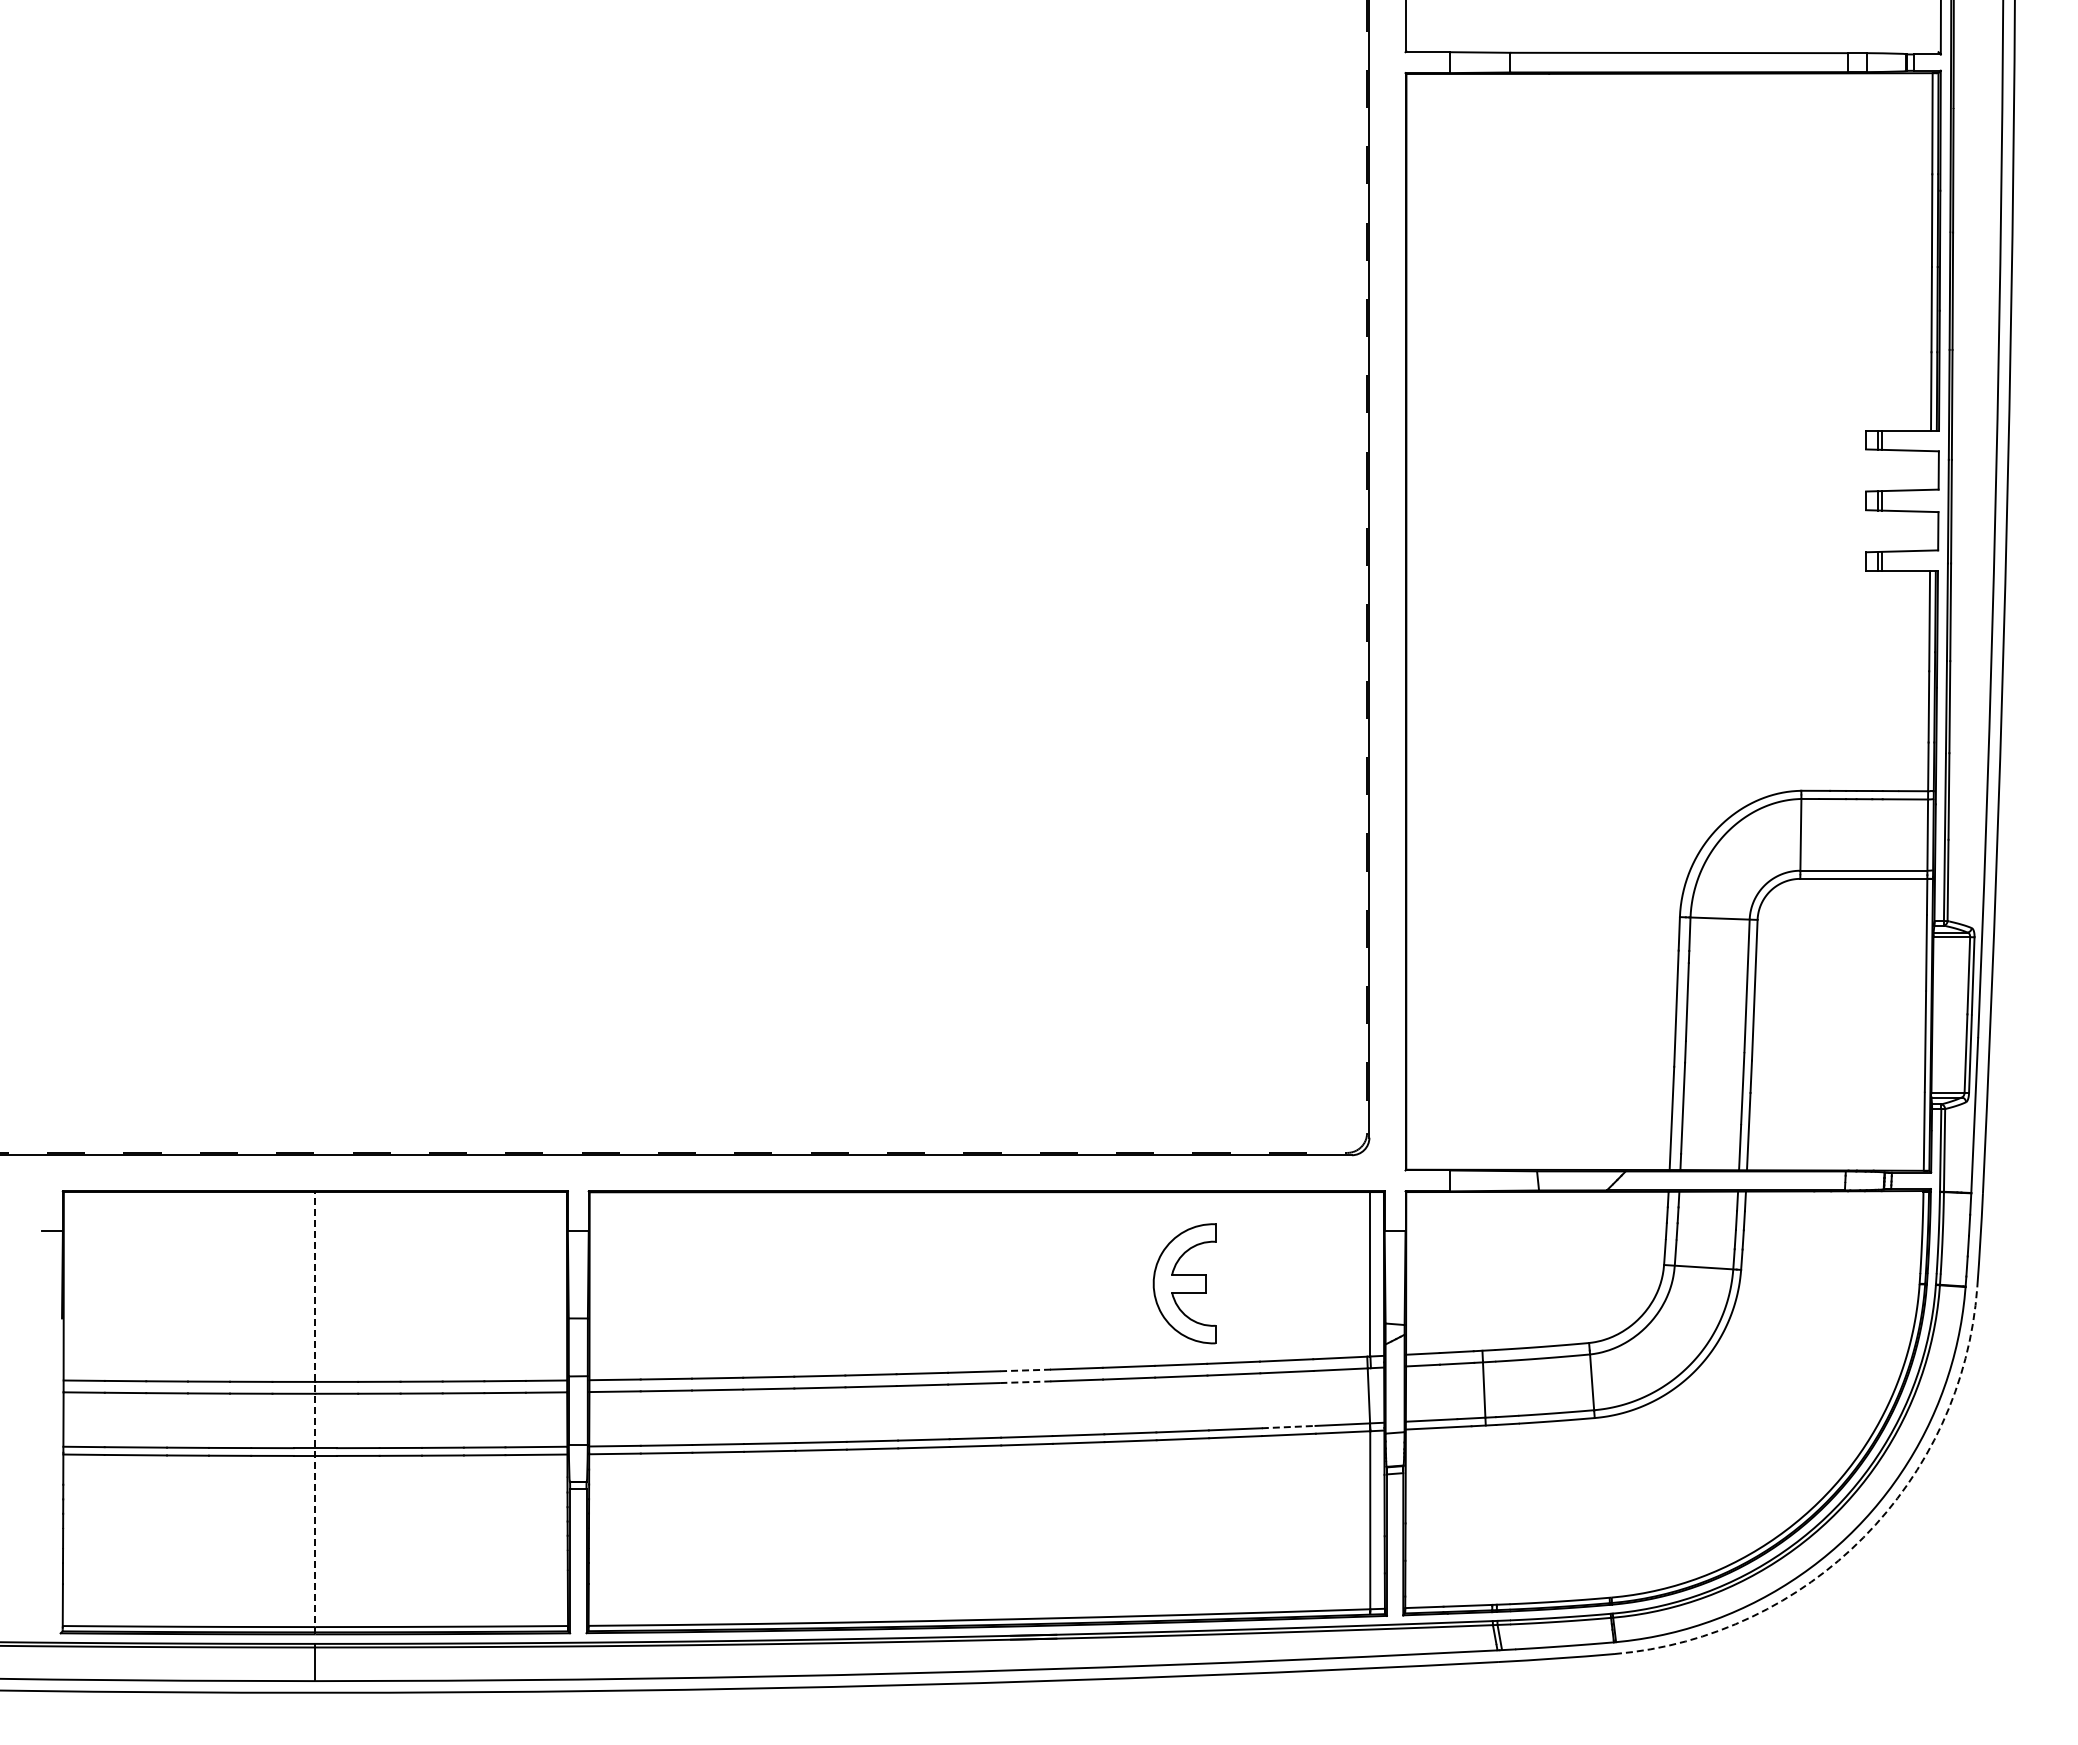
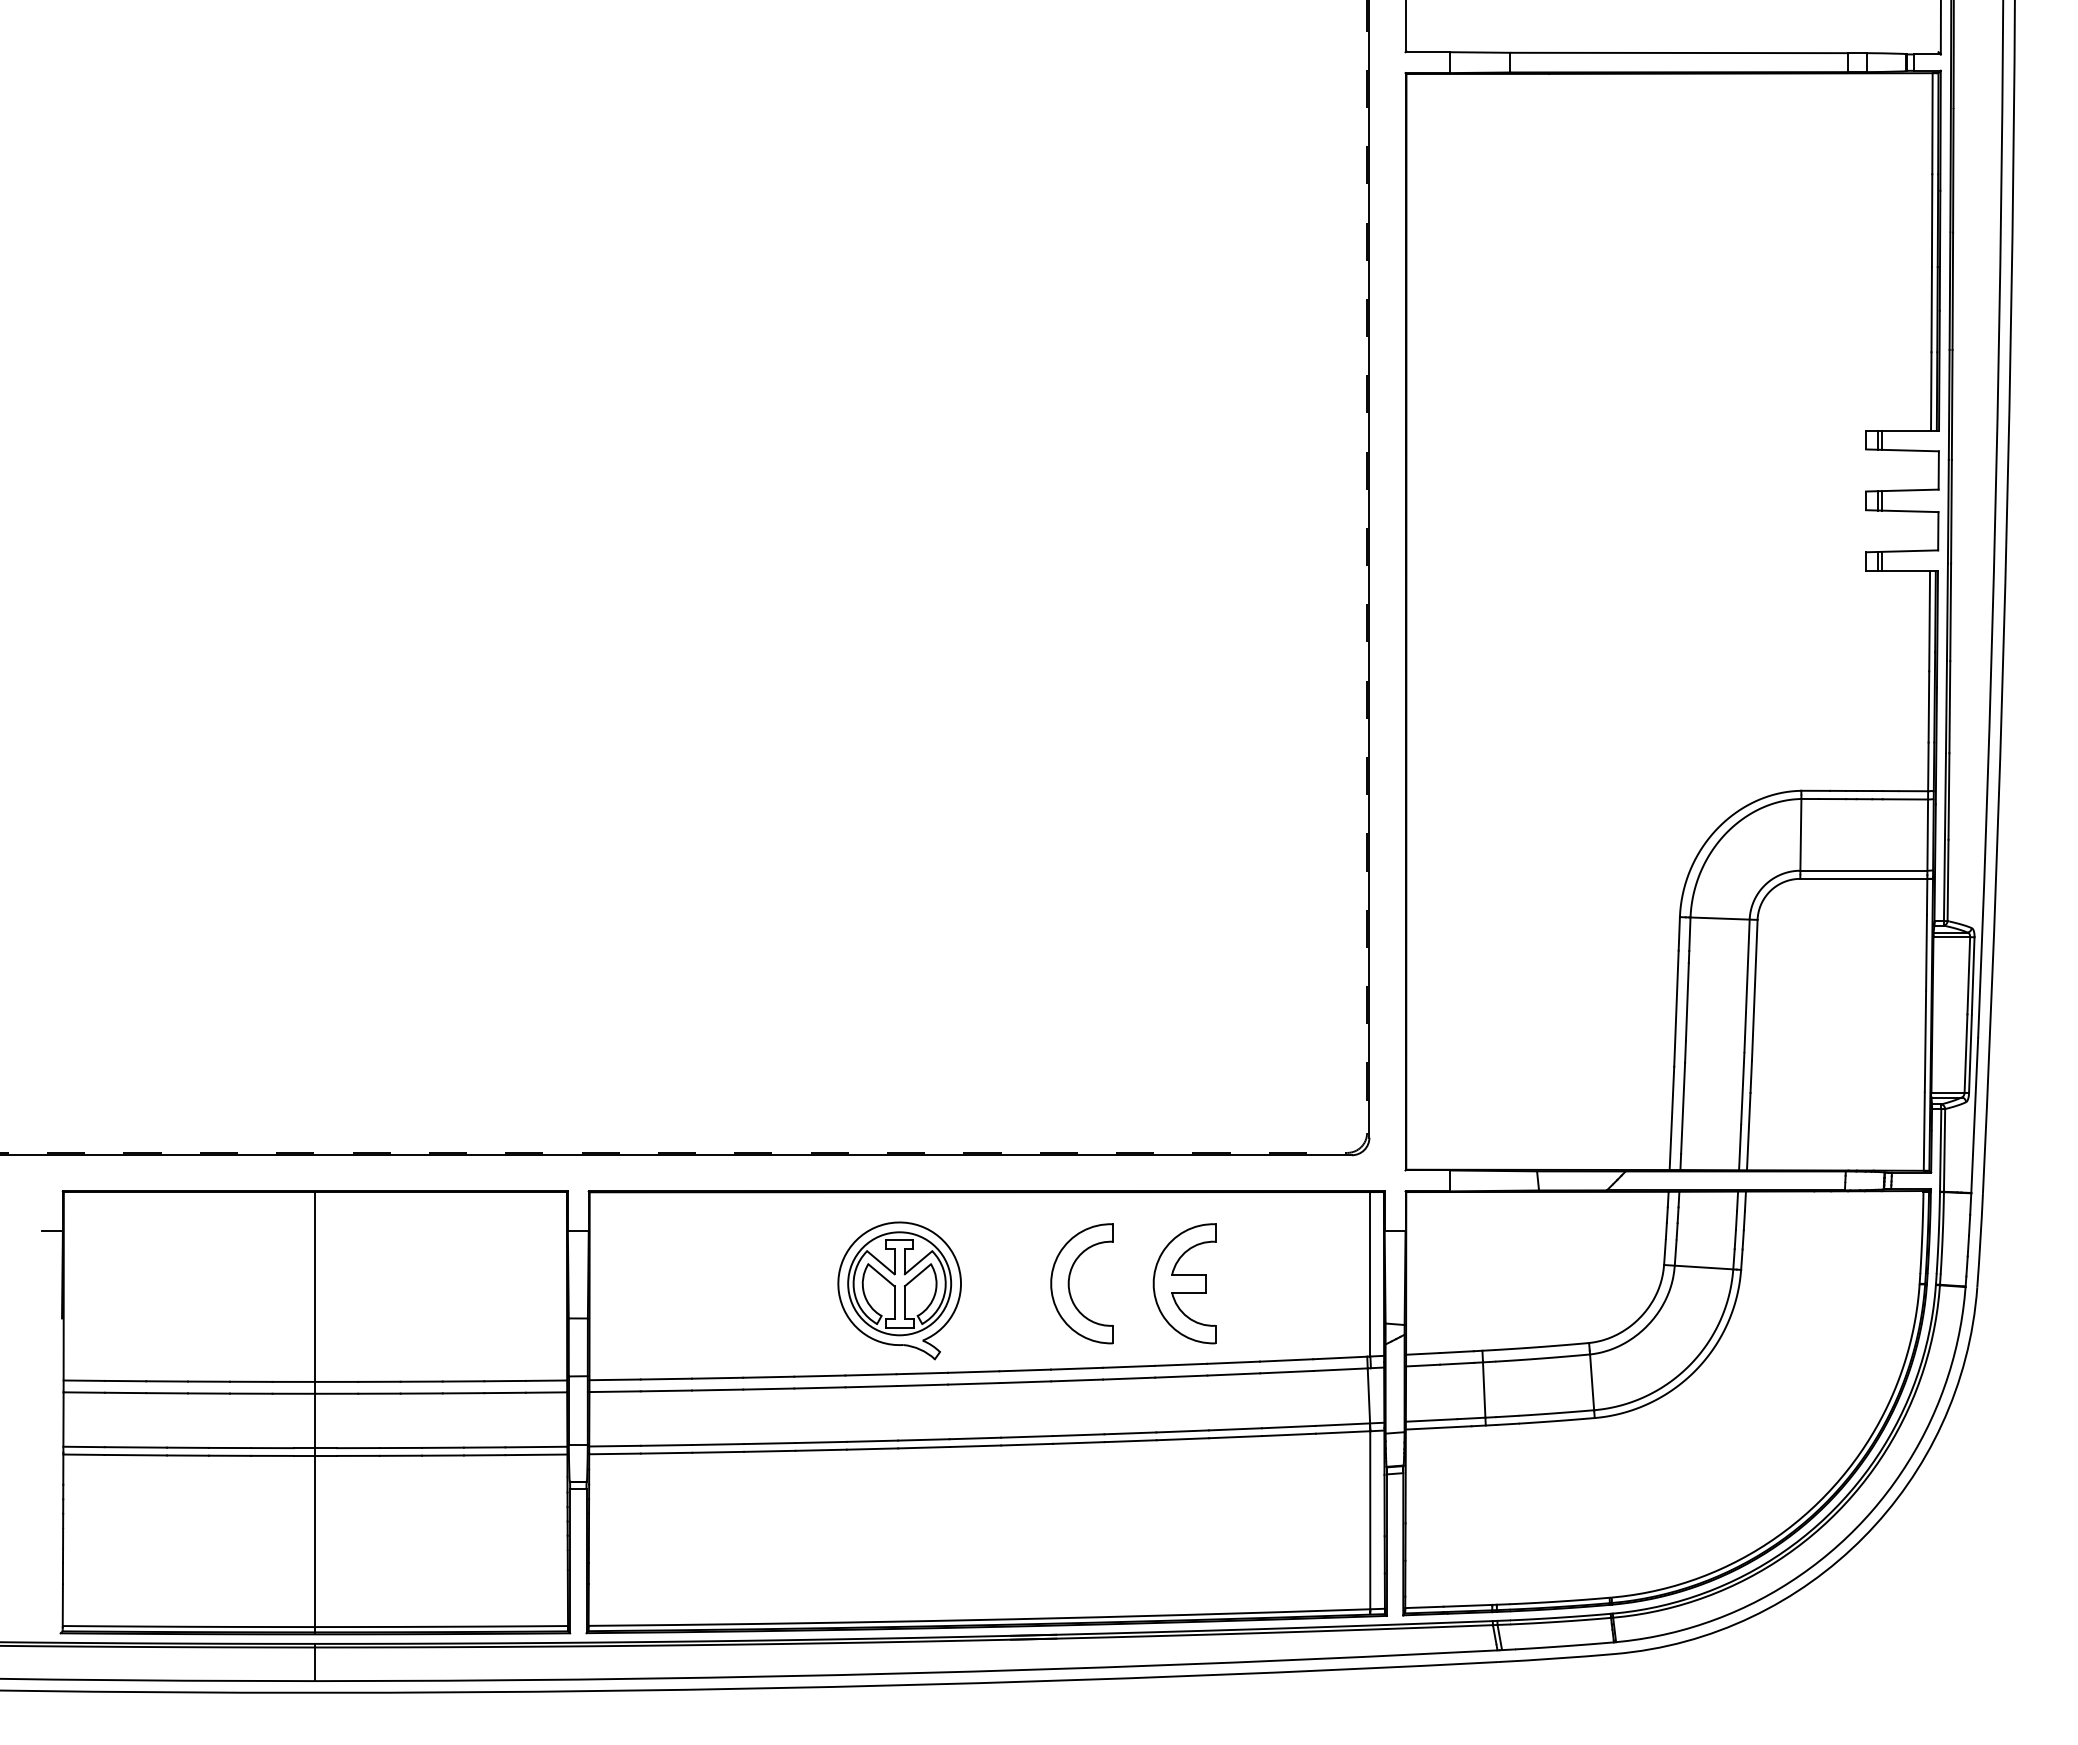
part at (1069, 1283): none -> present
part at (899, 1290): none -> present
line at (1025, 1370): dashed -> solid
line at (1025, 1382): dashed -> solid
line at (315, 1412): dashed -> solid
line at (1288, 1427): dashed -> solid
arc at (1863, 1537): dashed -> solid
